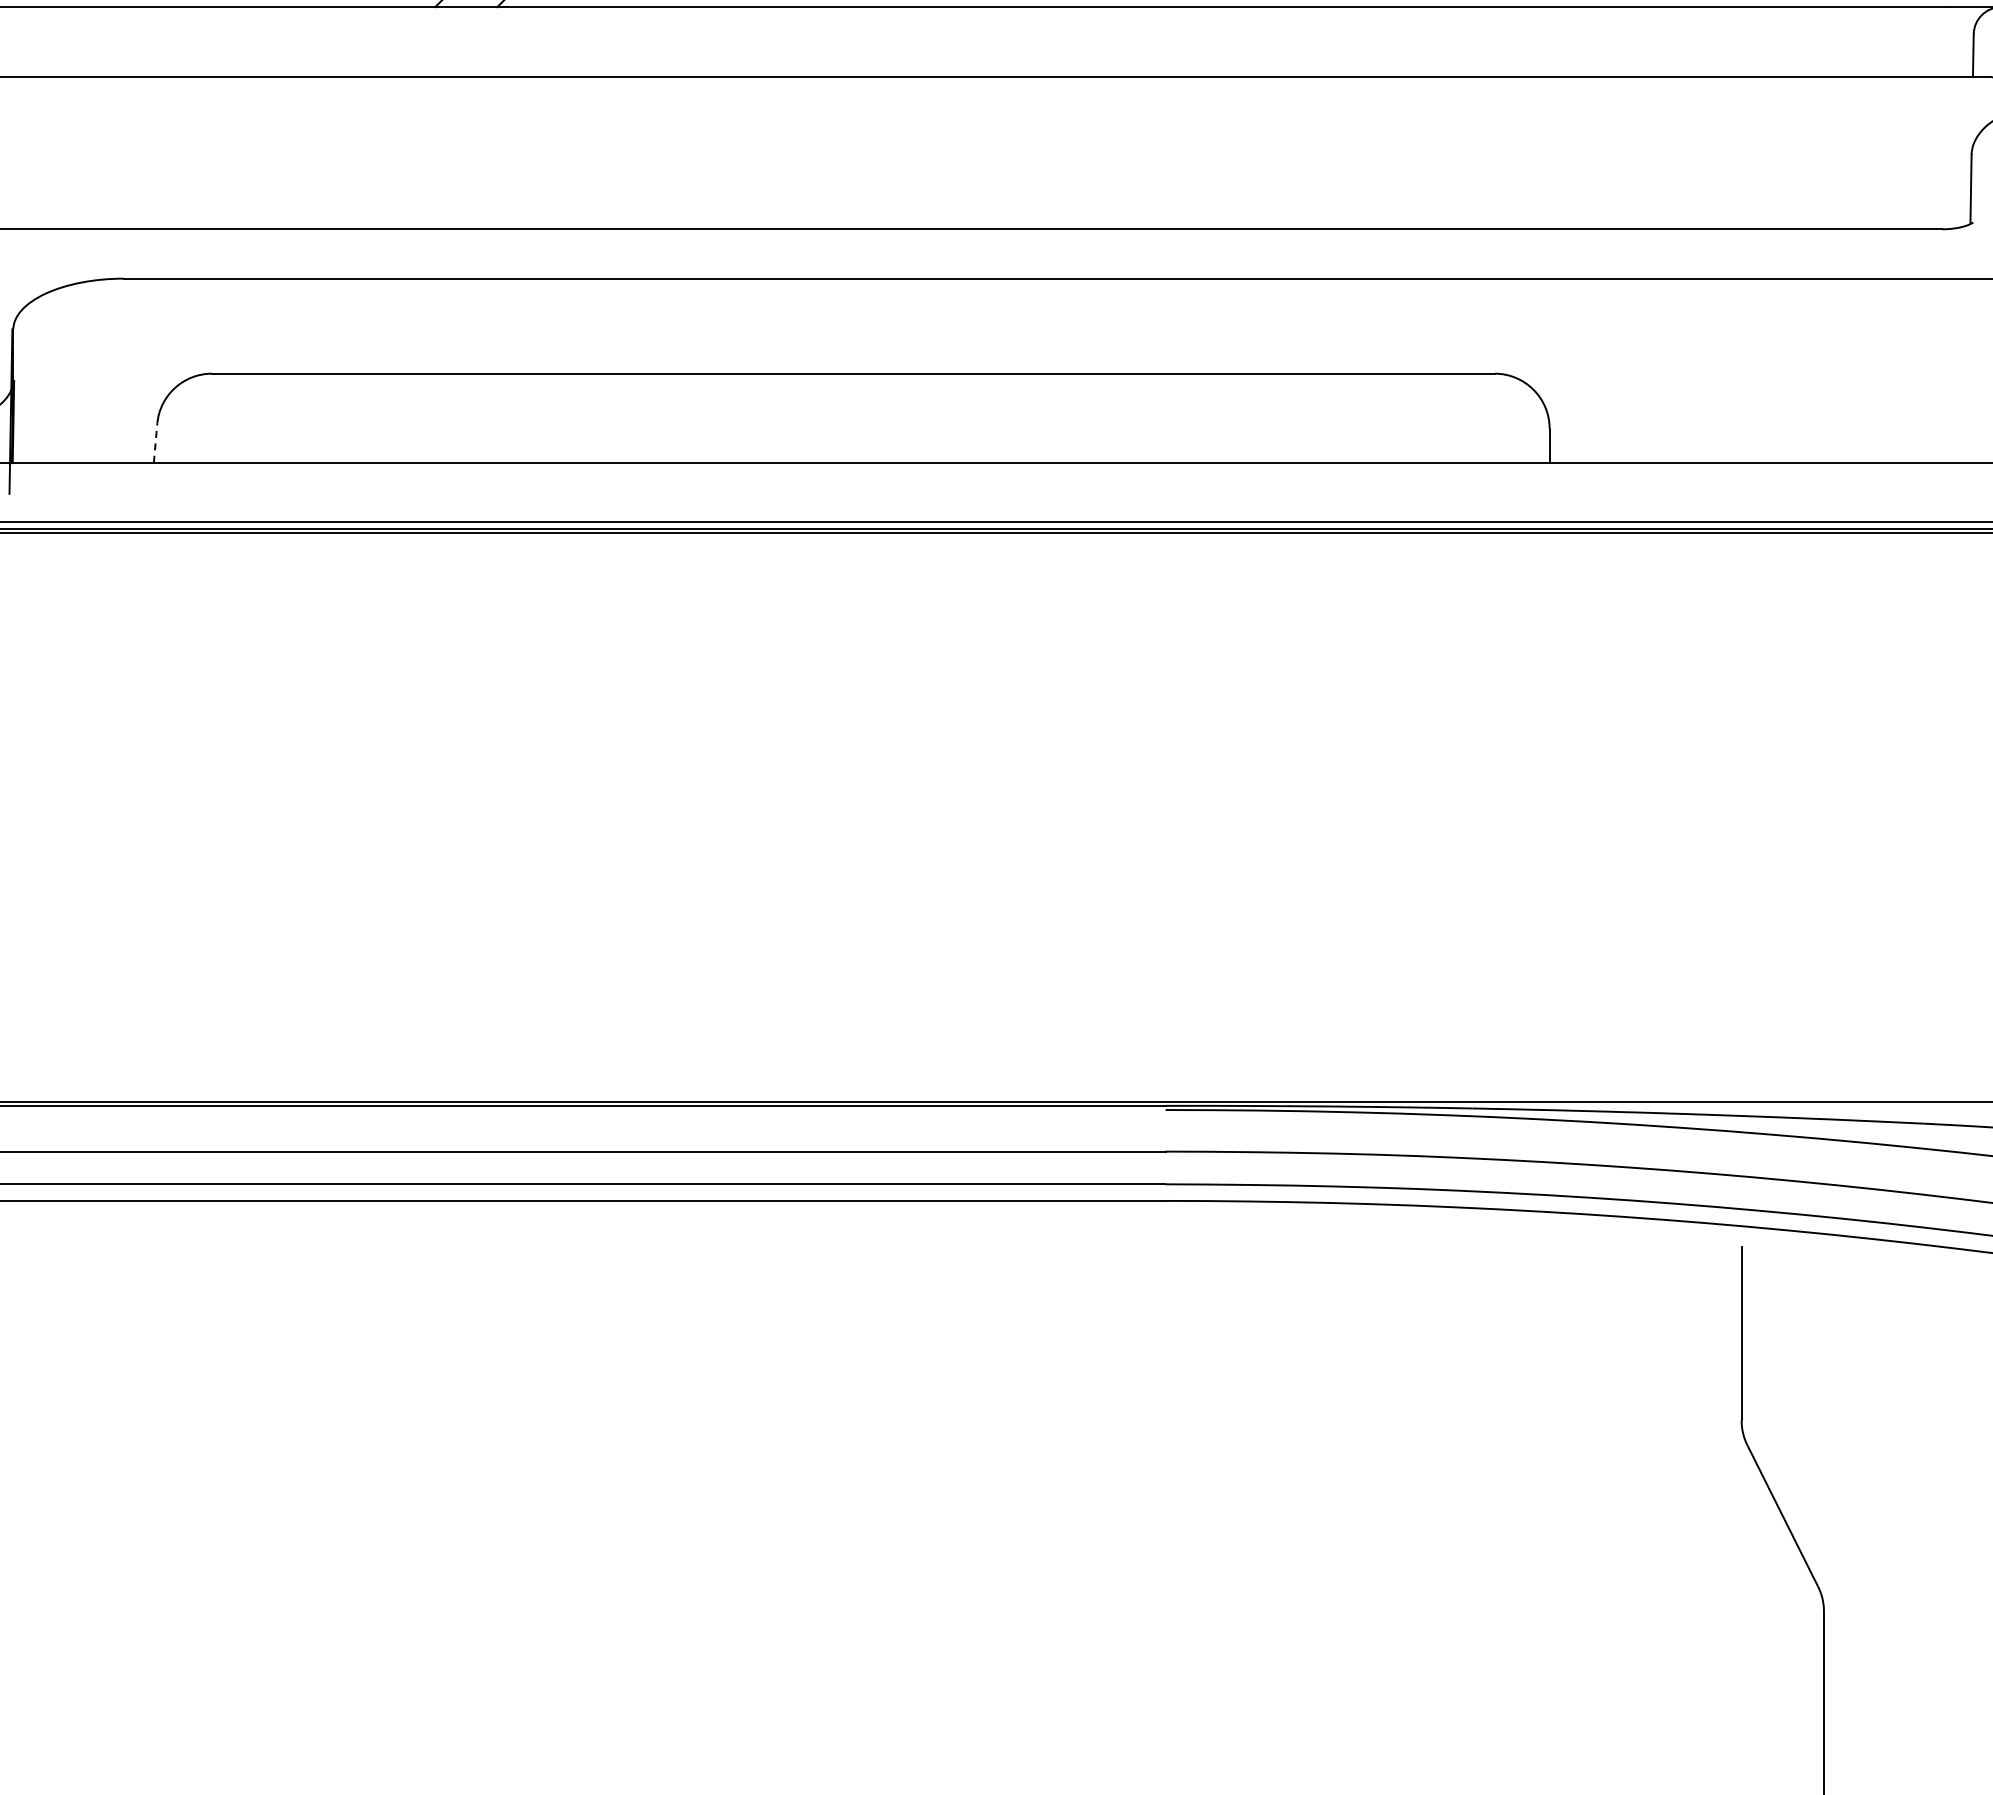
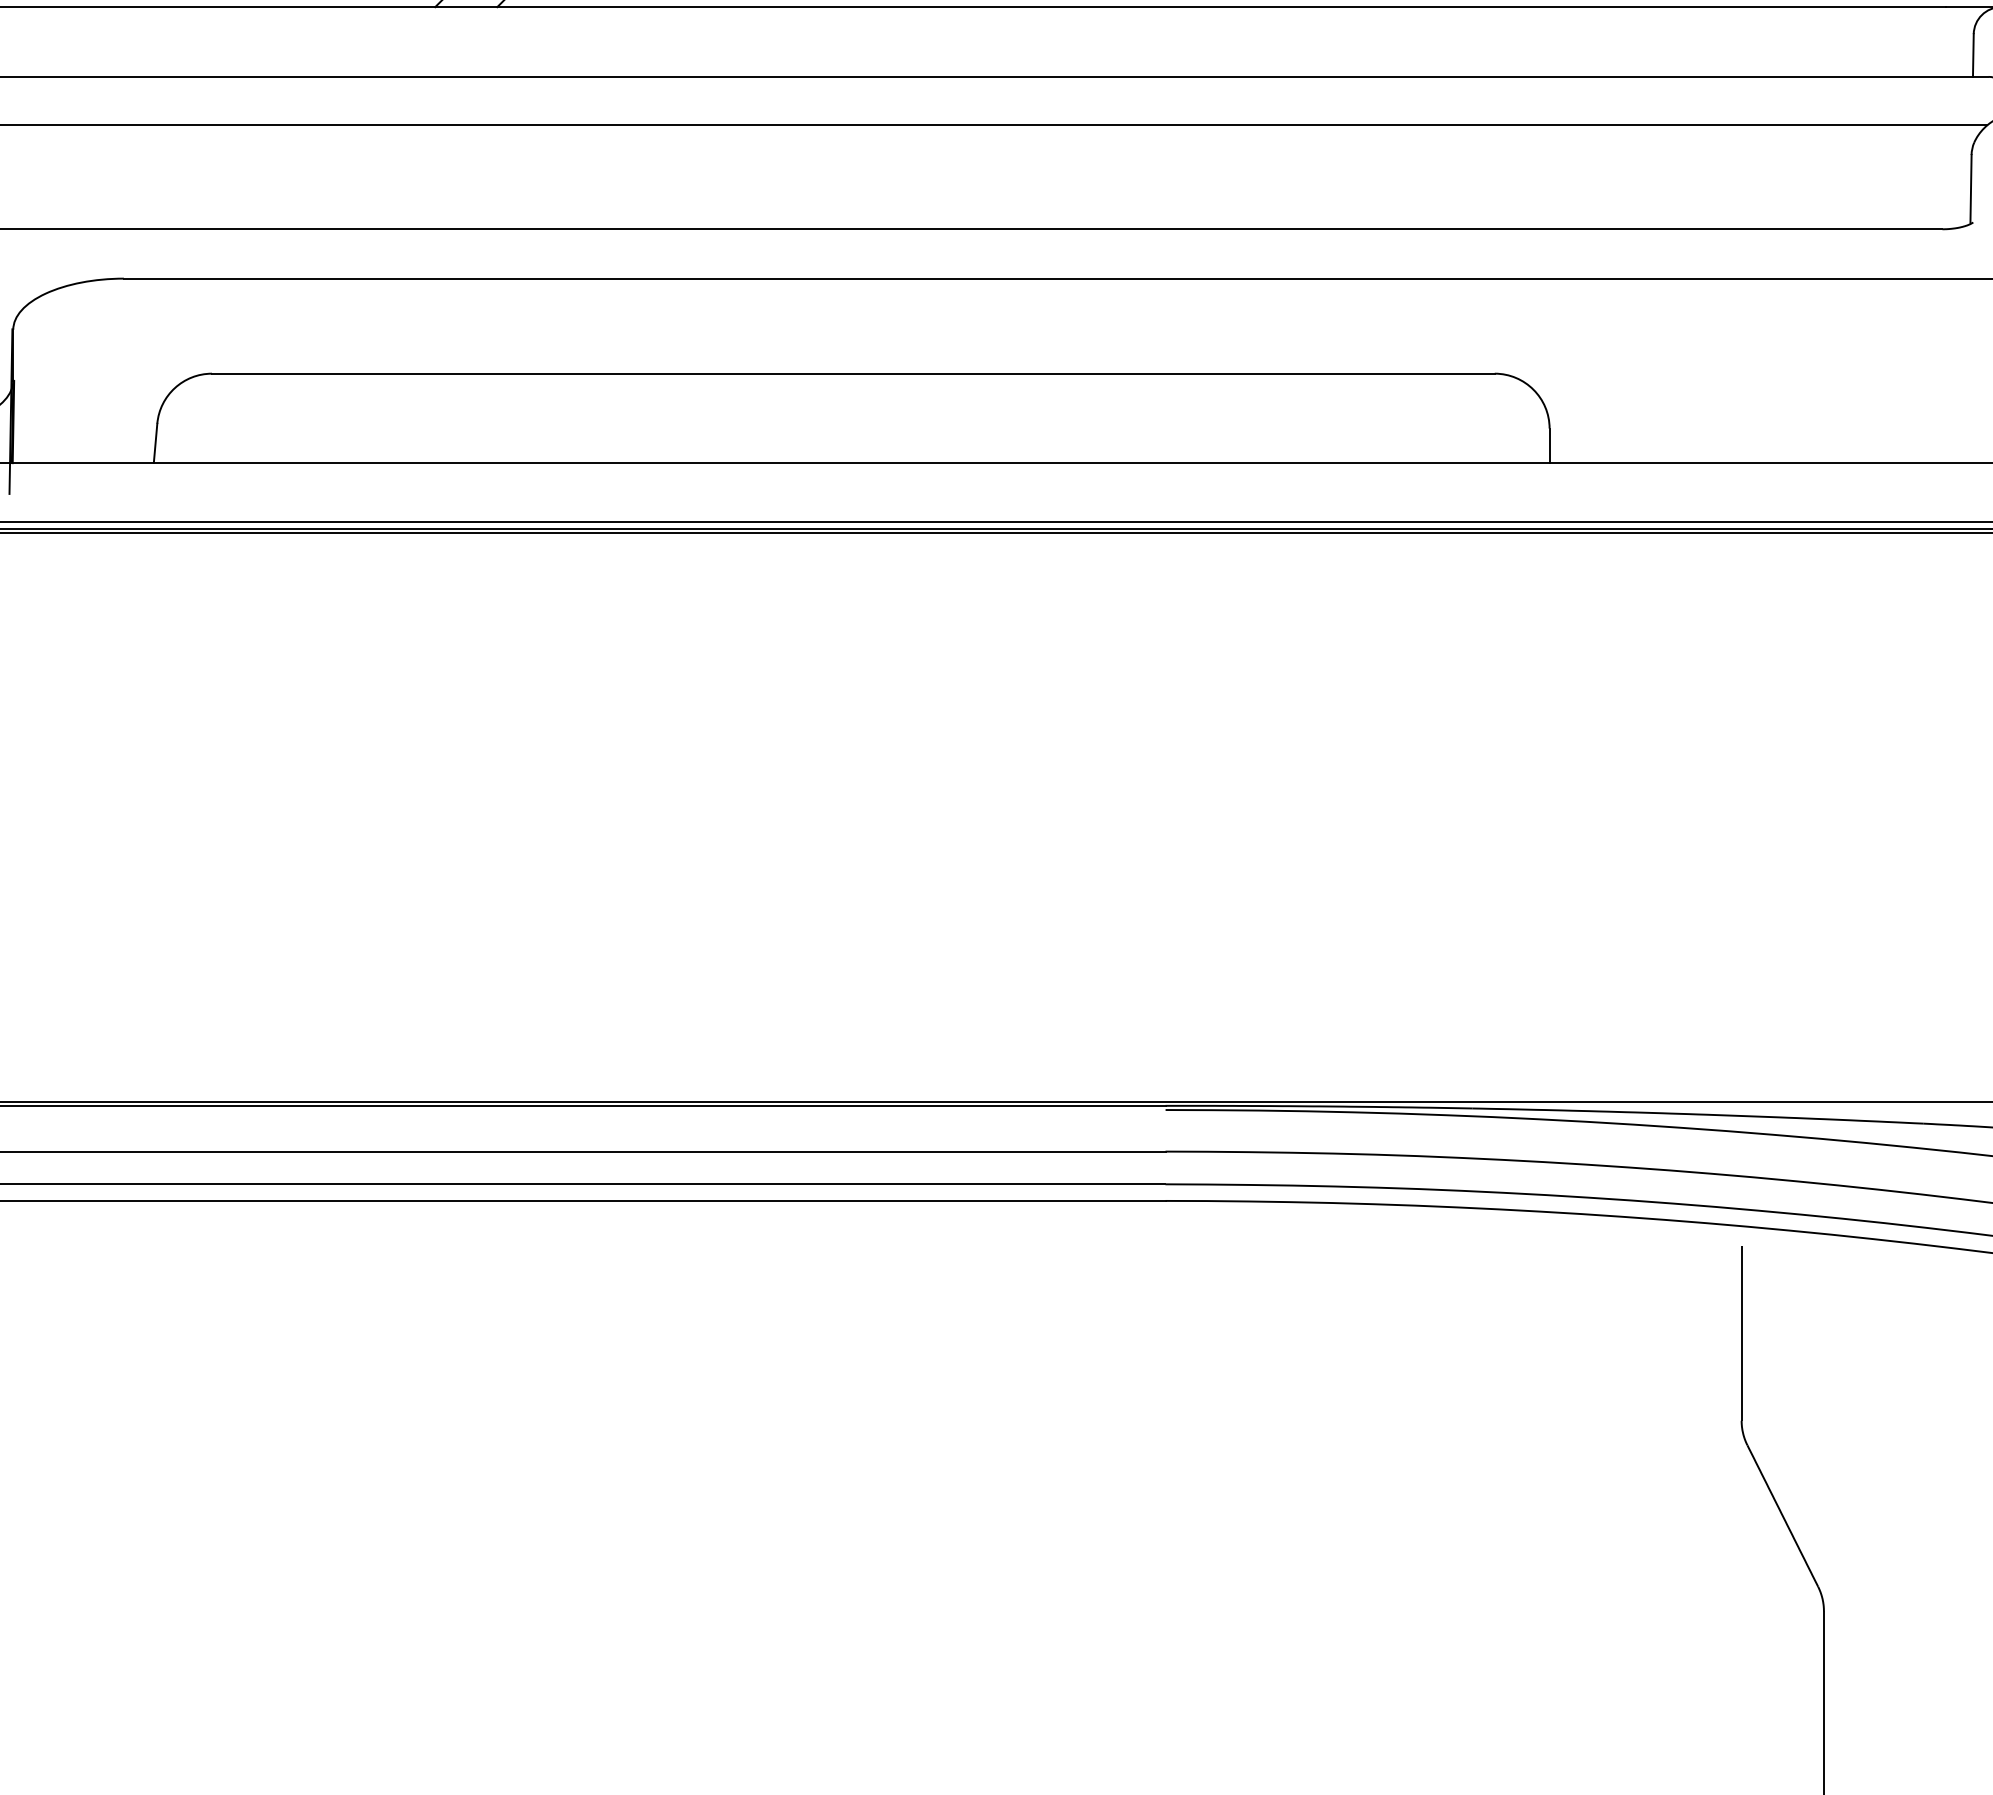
line at (994, 125): none -> present
line at (155, 443): dashed -> solid
